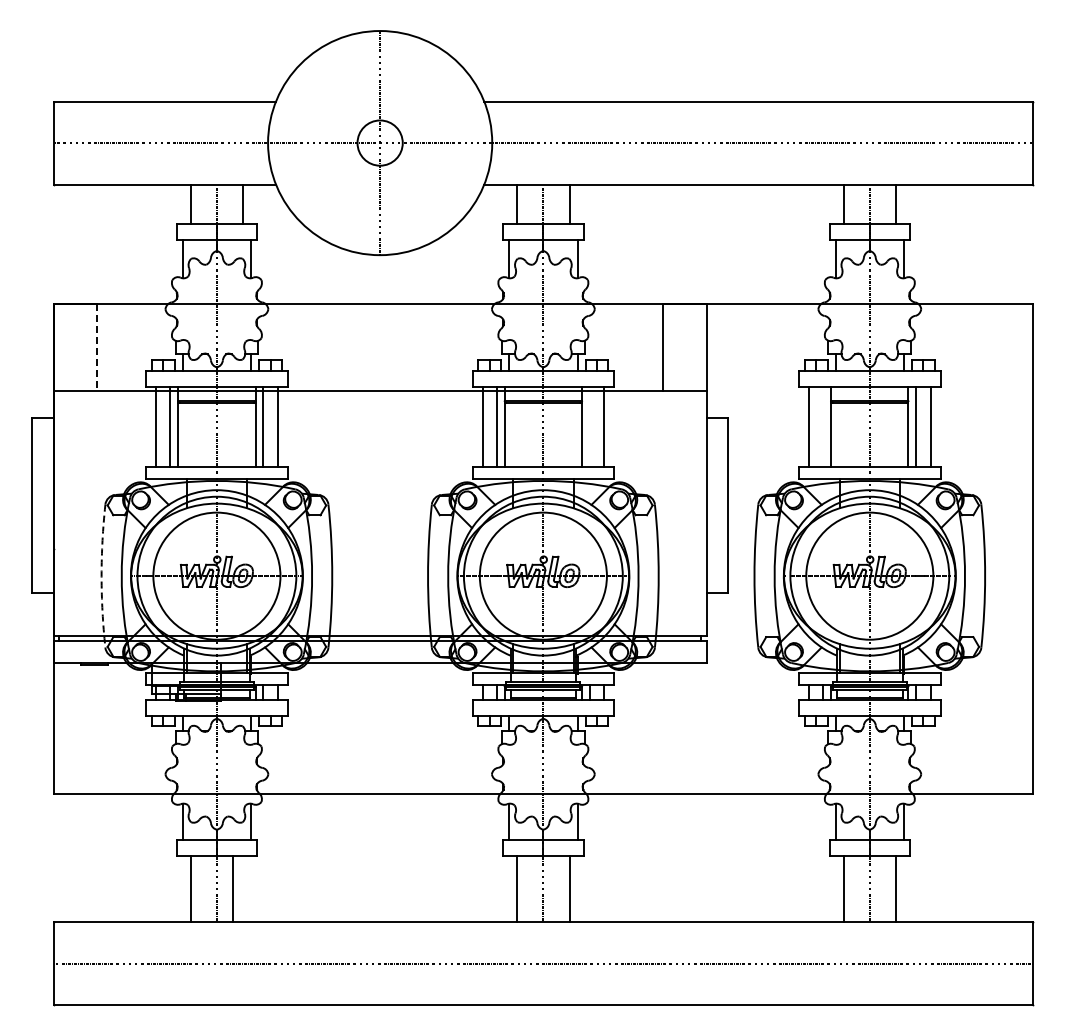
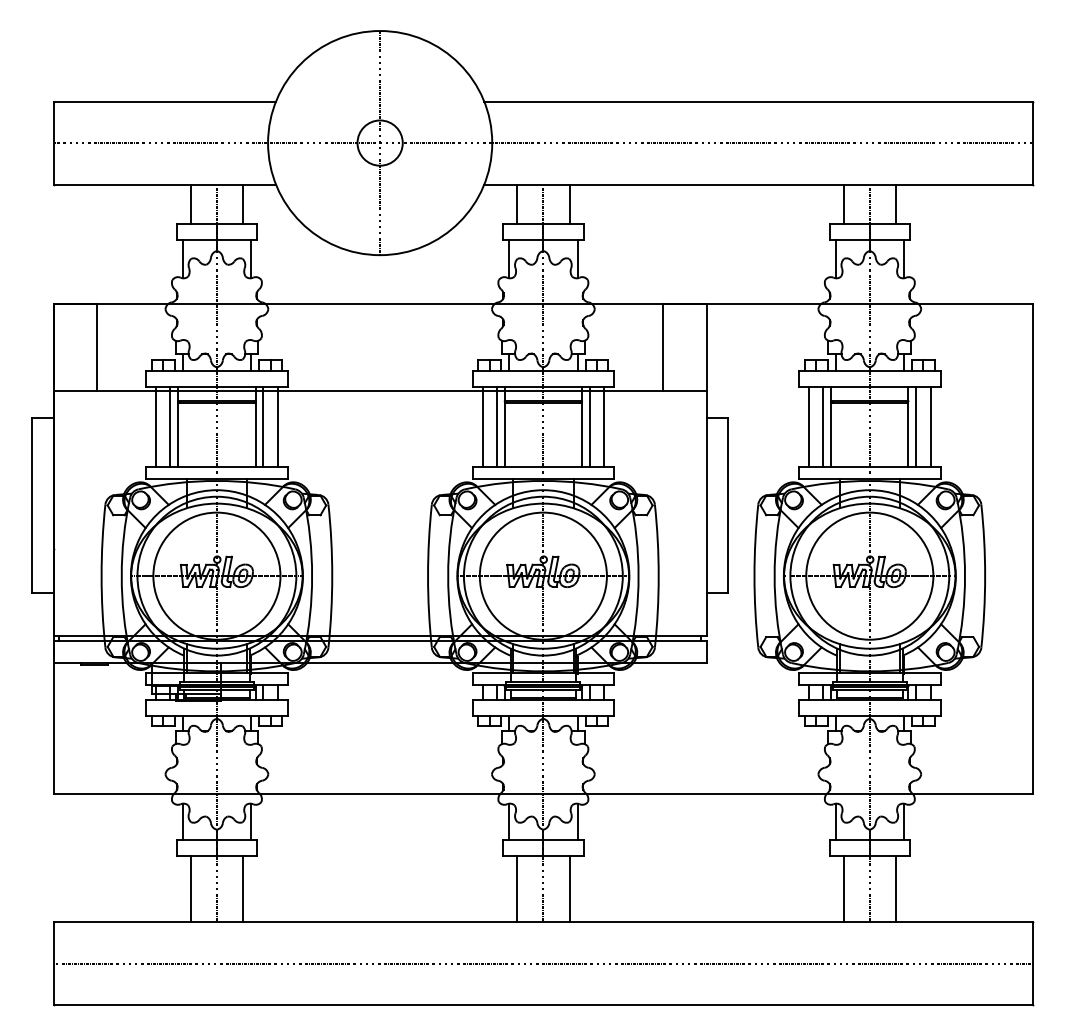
line at (97, 347): dashed -> solid
line at (589, 426): none -> present
line at (823, 426): none -> present
arc at (101, 576): dashed -> solid
line at (233, 888) position: (233, 888) -> (243, 888)
